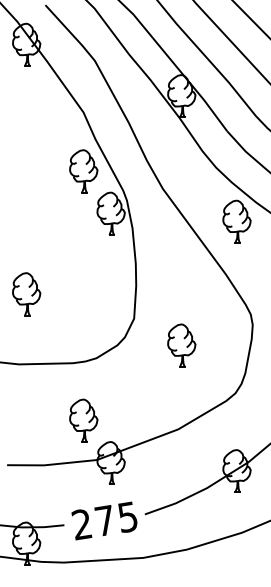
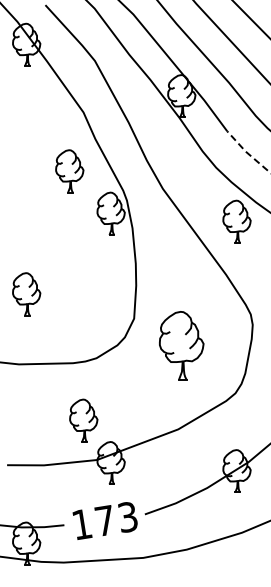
line at (247, 152): solid -> dashed
part at (83, 171) position: (83, 171) -> (69, 171)
part at (181, 345) size: 30x45 px -> 46x70 px
text at (104, 520): 275 -> 173
